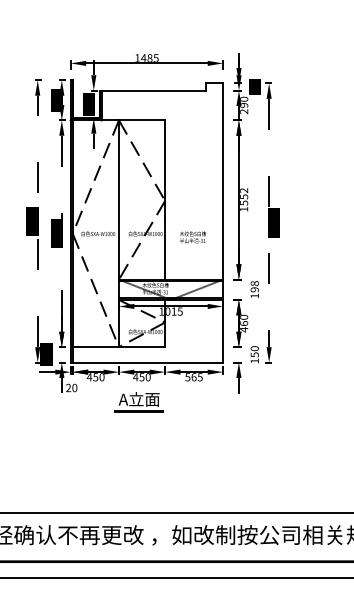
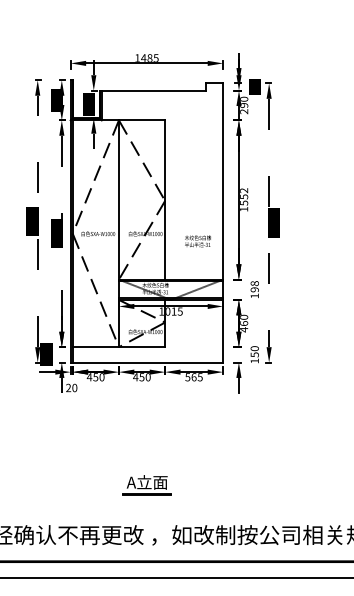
text at (192, 237) position: (192, 237) -> (197, 241)
part at (138, 402) position: (138, 402) -> (146, 485)
line at (176, 513): present -> none
